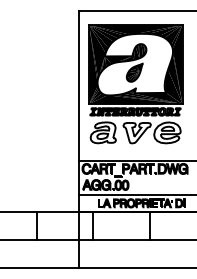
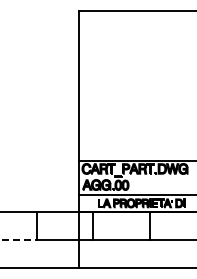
part at (135, 84): present -> none
line at (18, 240): solid -> dashed
